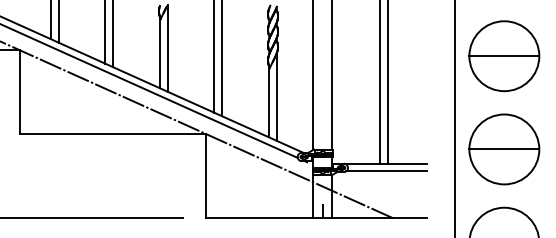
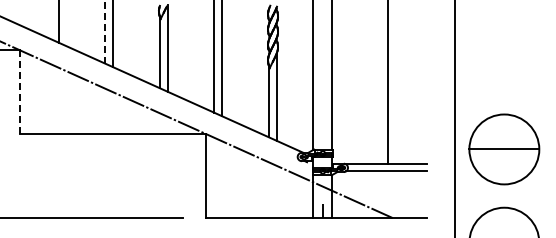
line at (50, 20): present -> none
line at (105, 31): solid -> dashed
part at (504, 56): present -> none
line at (380, 83): present -> none
line at (149, 90): present -> none
line at (19, 92): solid -> dashed
